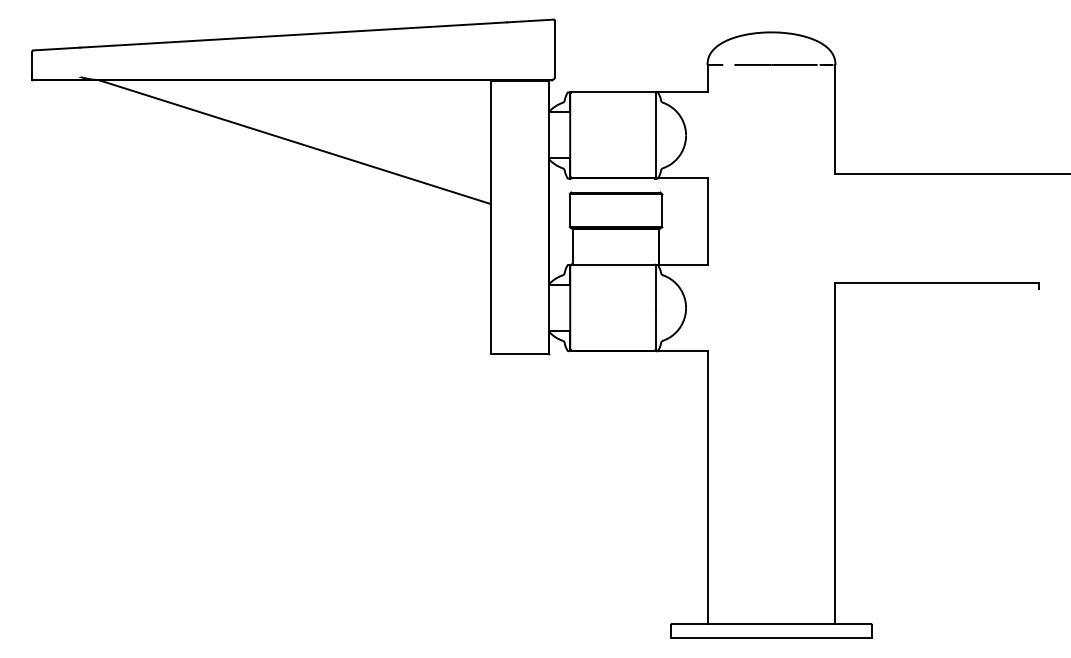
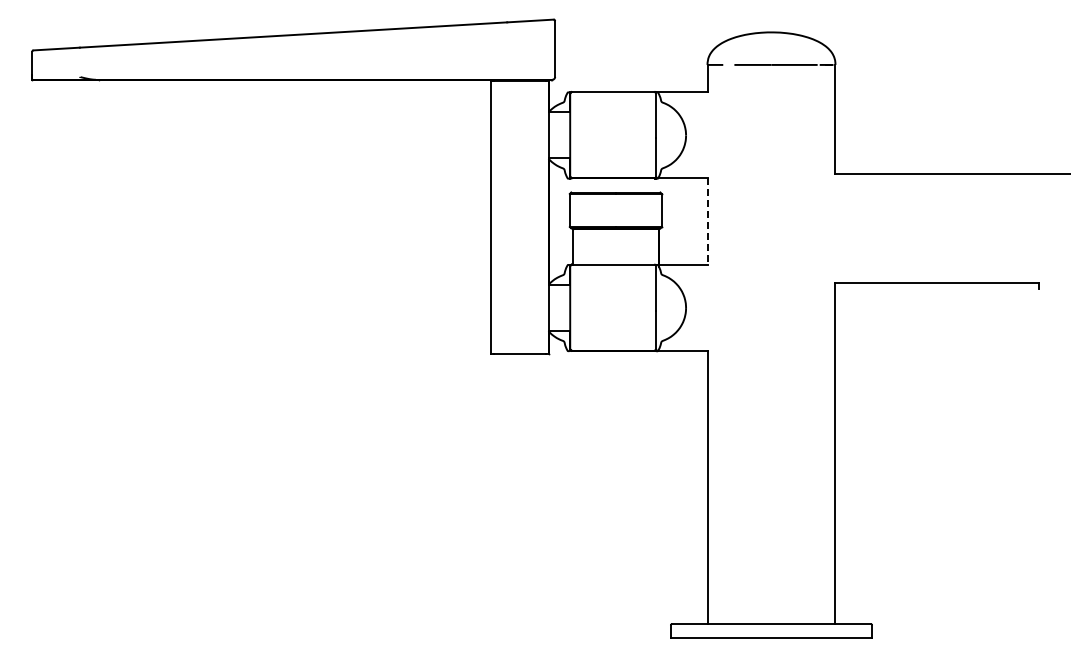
line at (294, 142): present -> none
line at (707, 221): solid -> dashed
